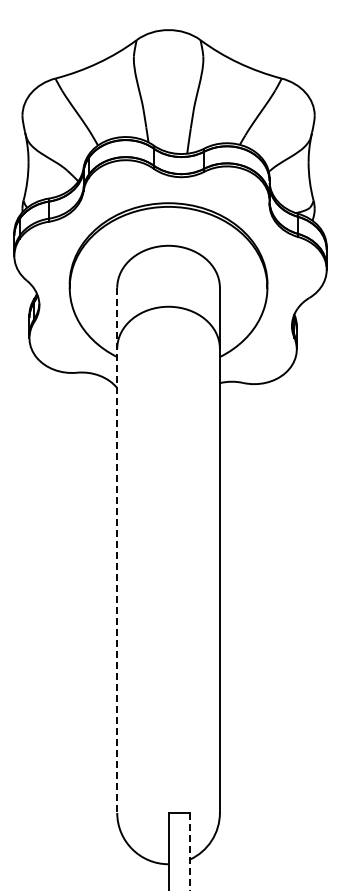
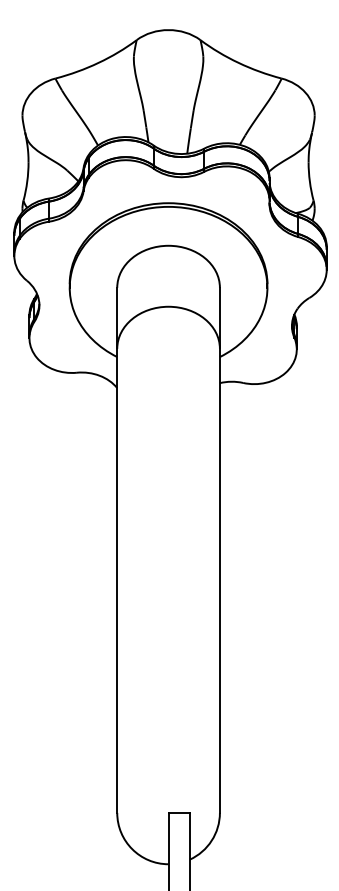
line at (117, 550): dashed -> solid
line at (189, 851): dashed -> solid
